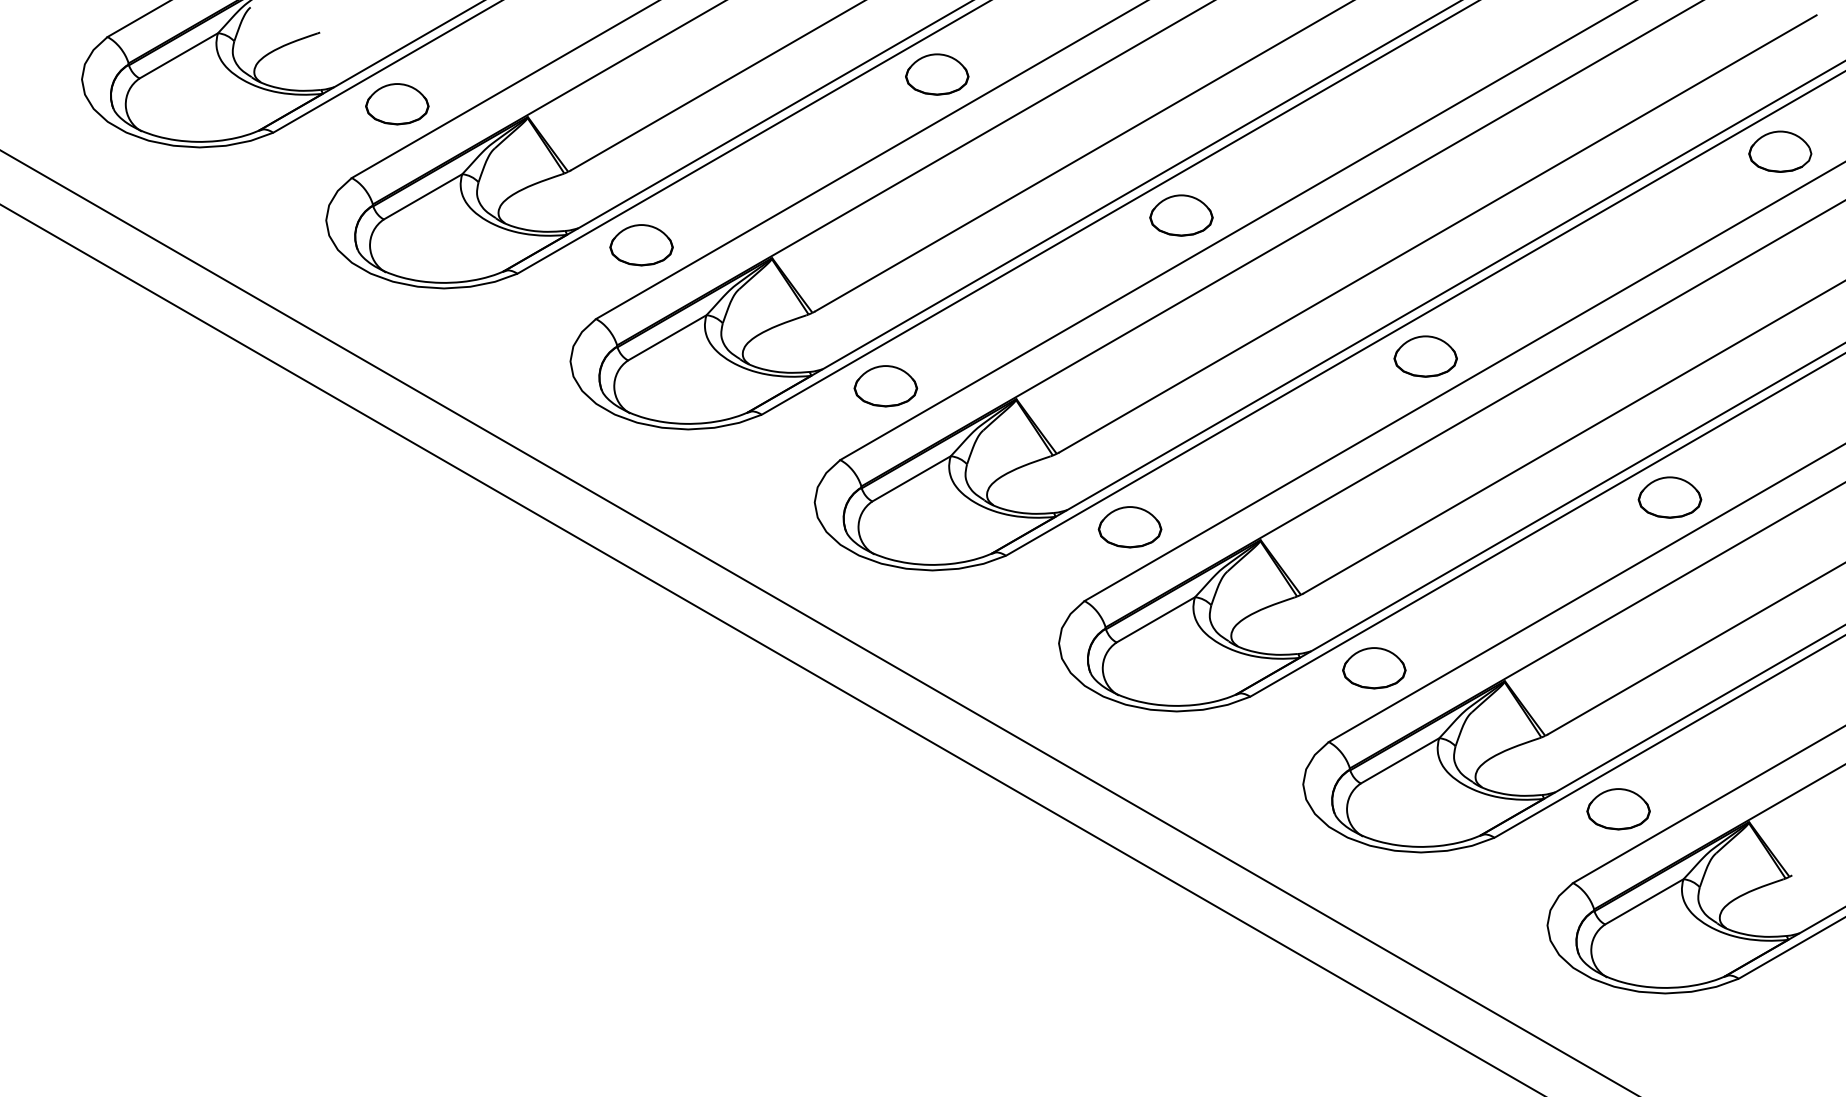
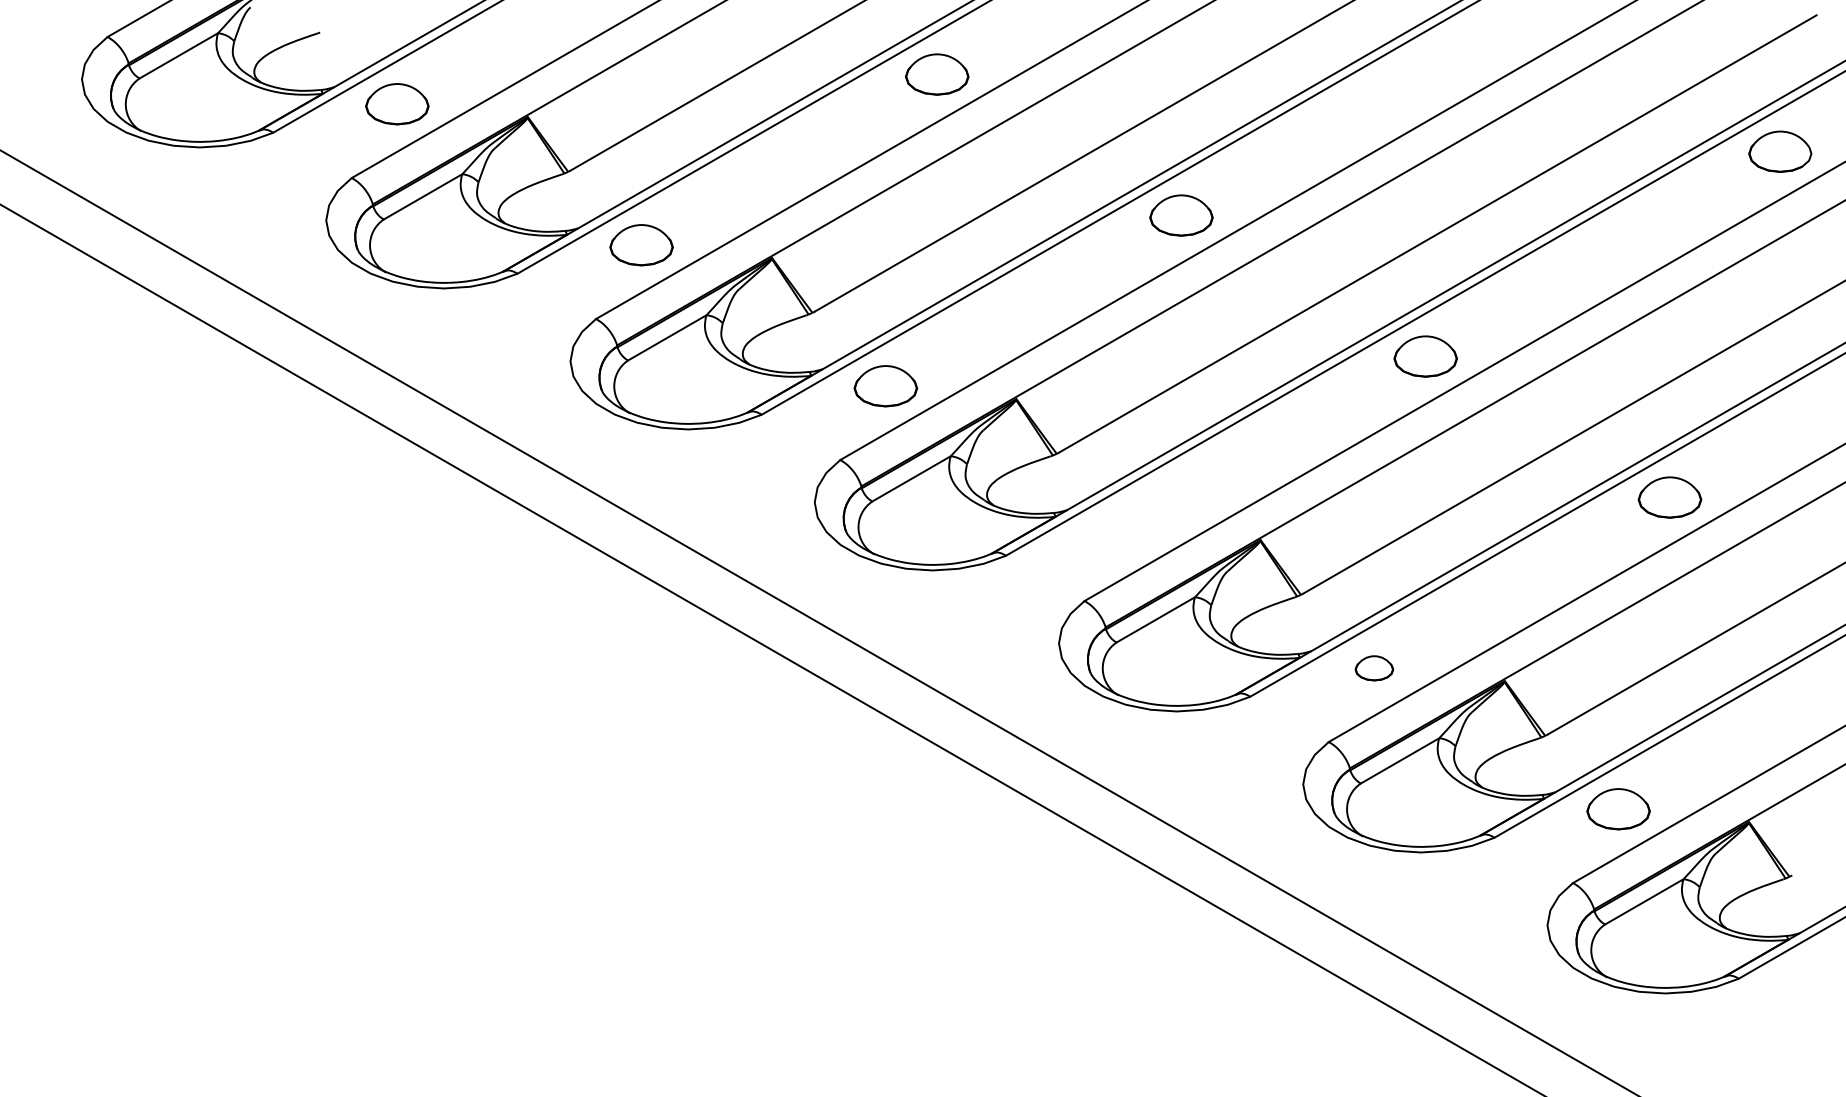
part at (1129, 527): present -> none
part at (1374, 668) size: 65x43 px -> 41x27 px
